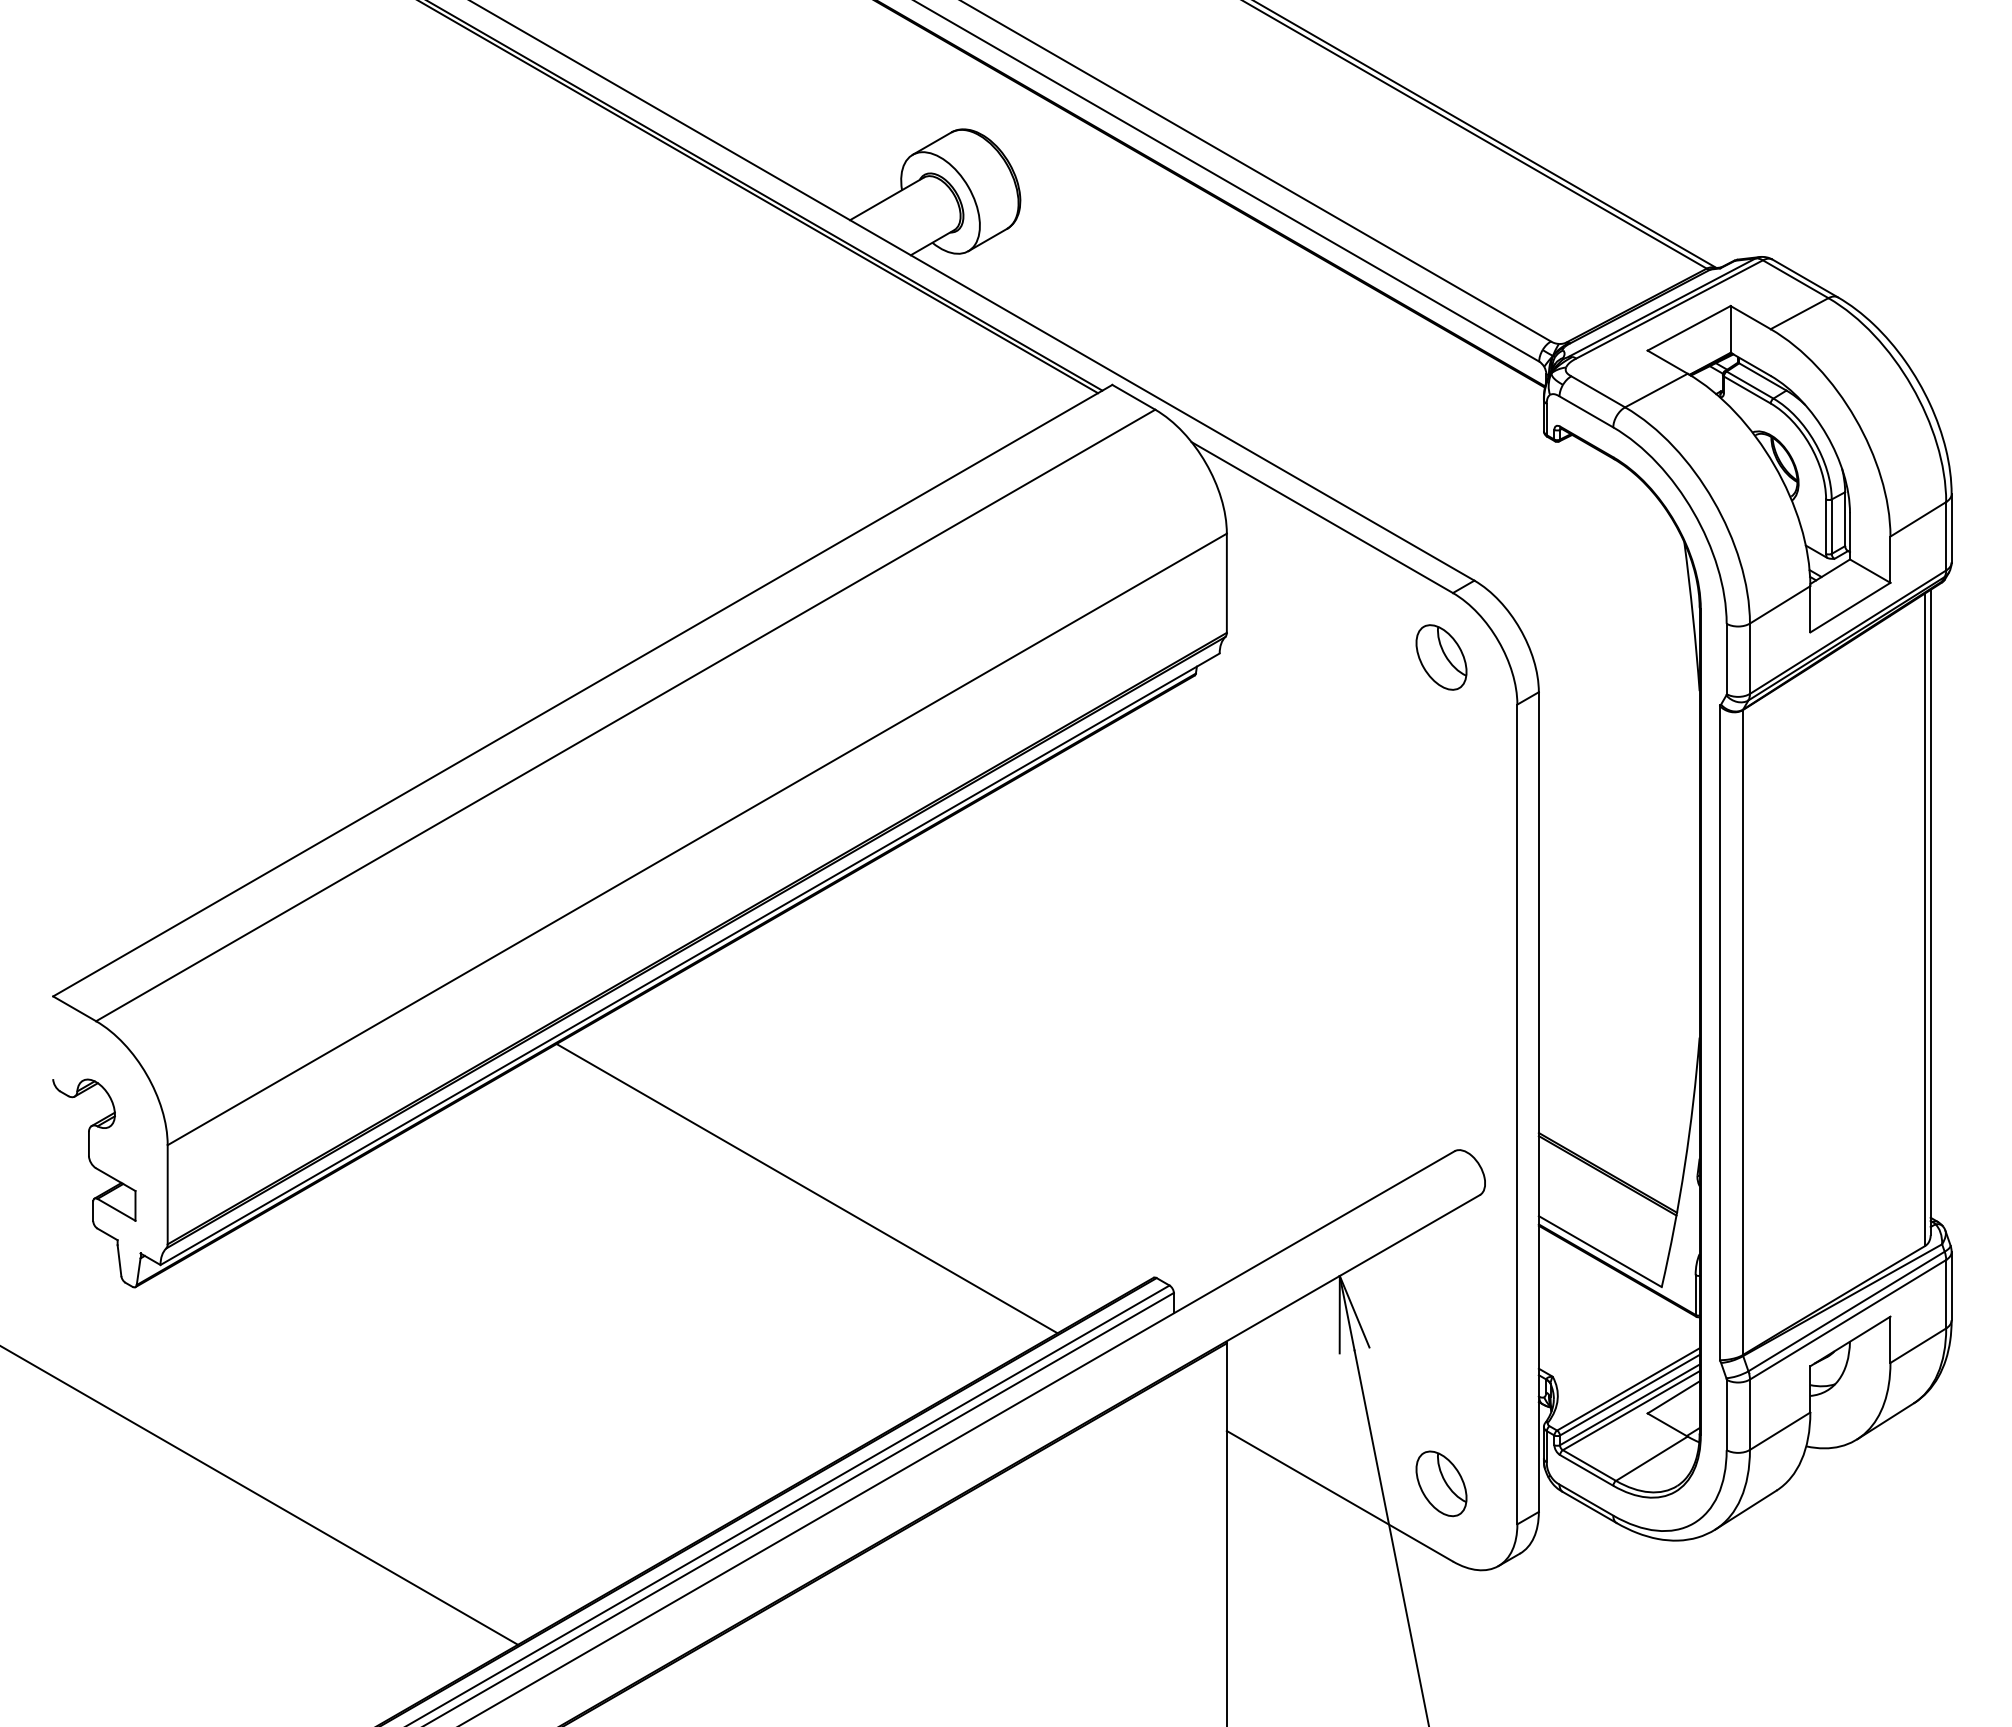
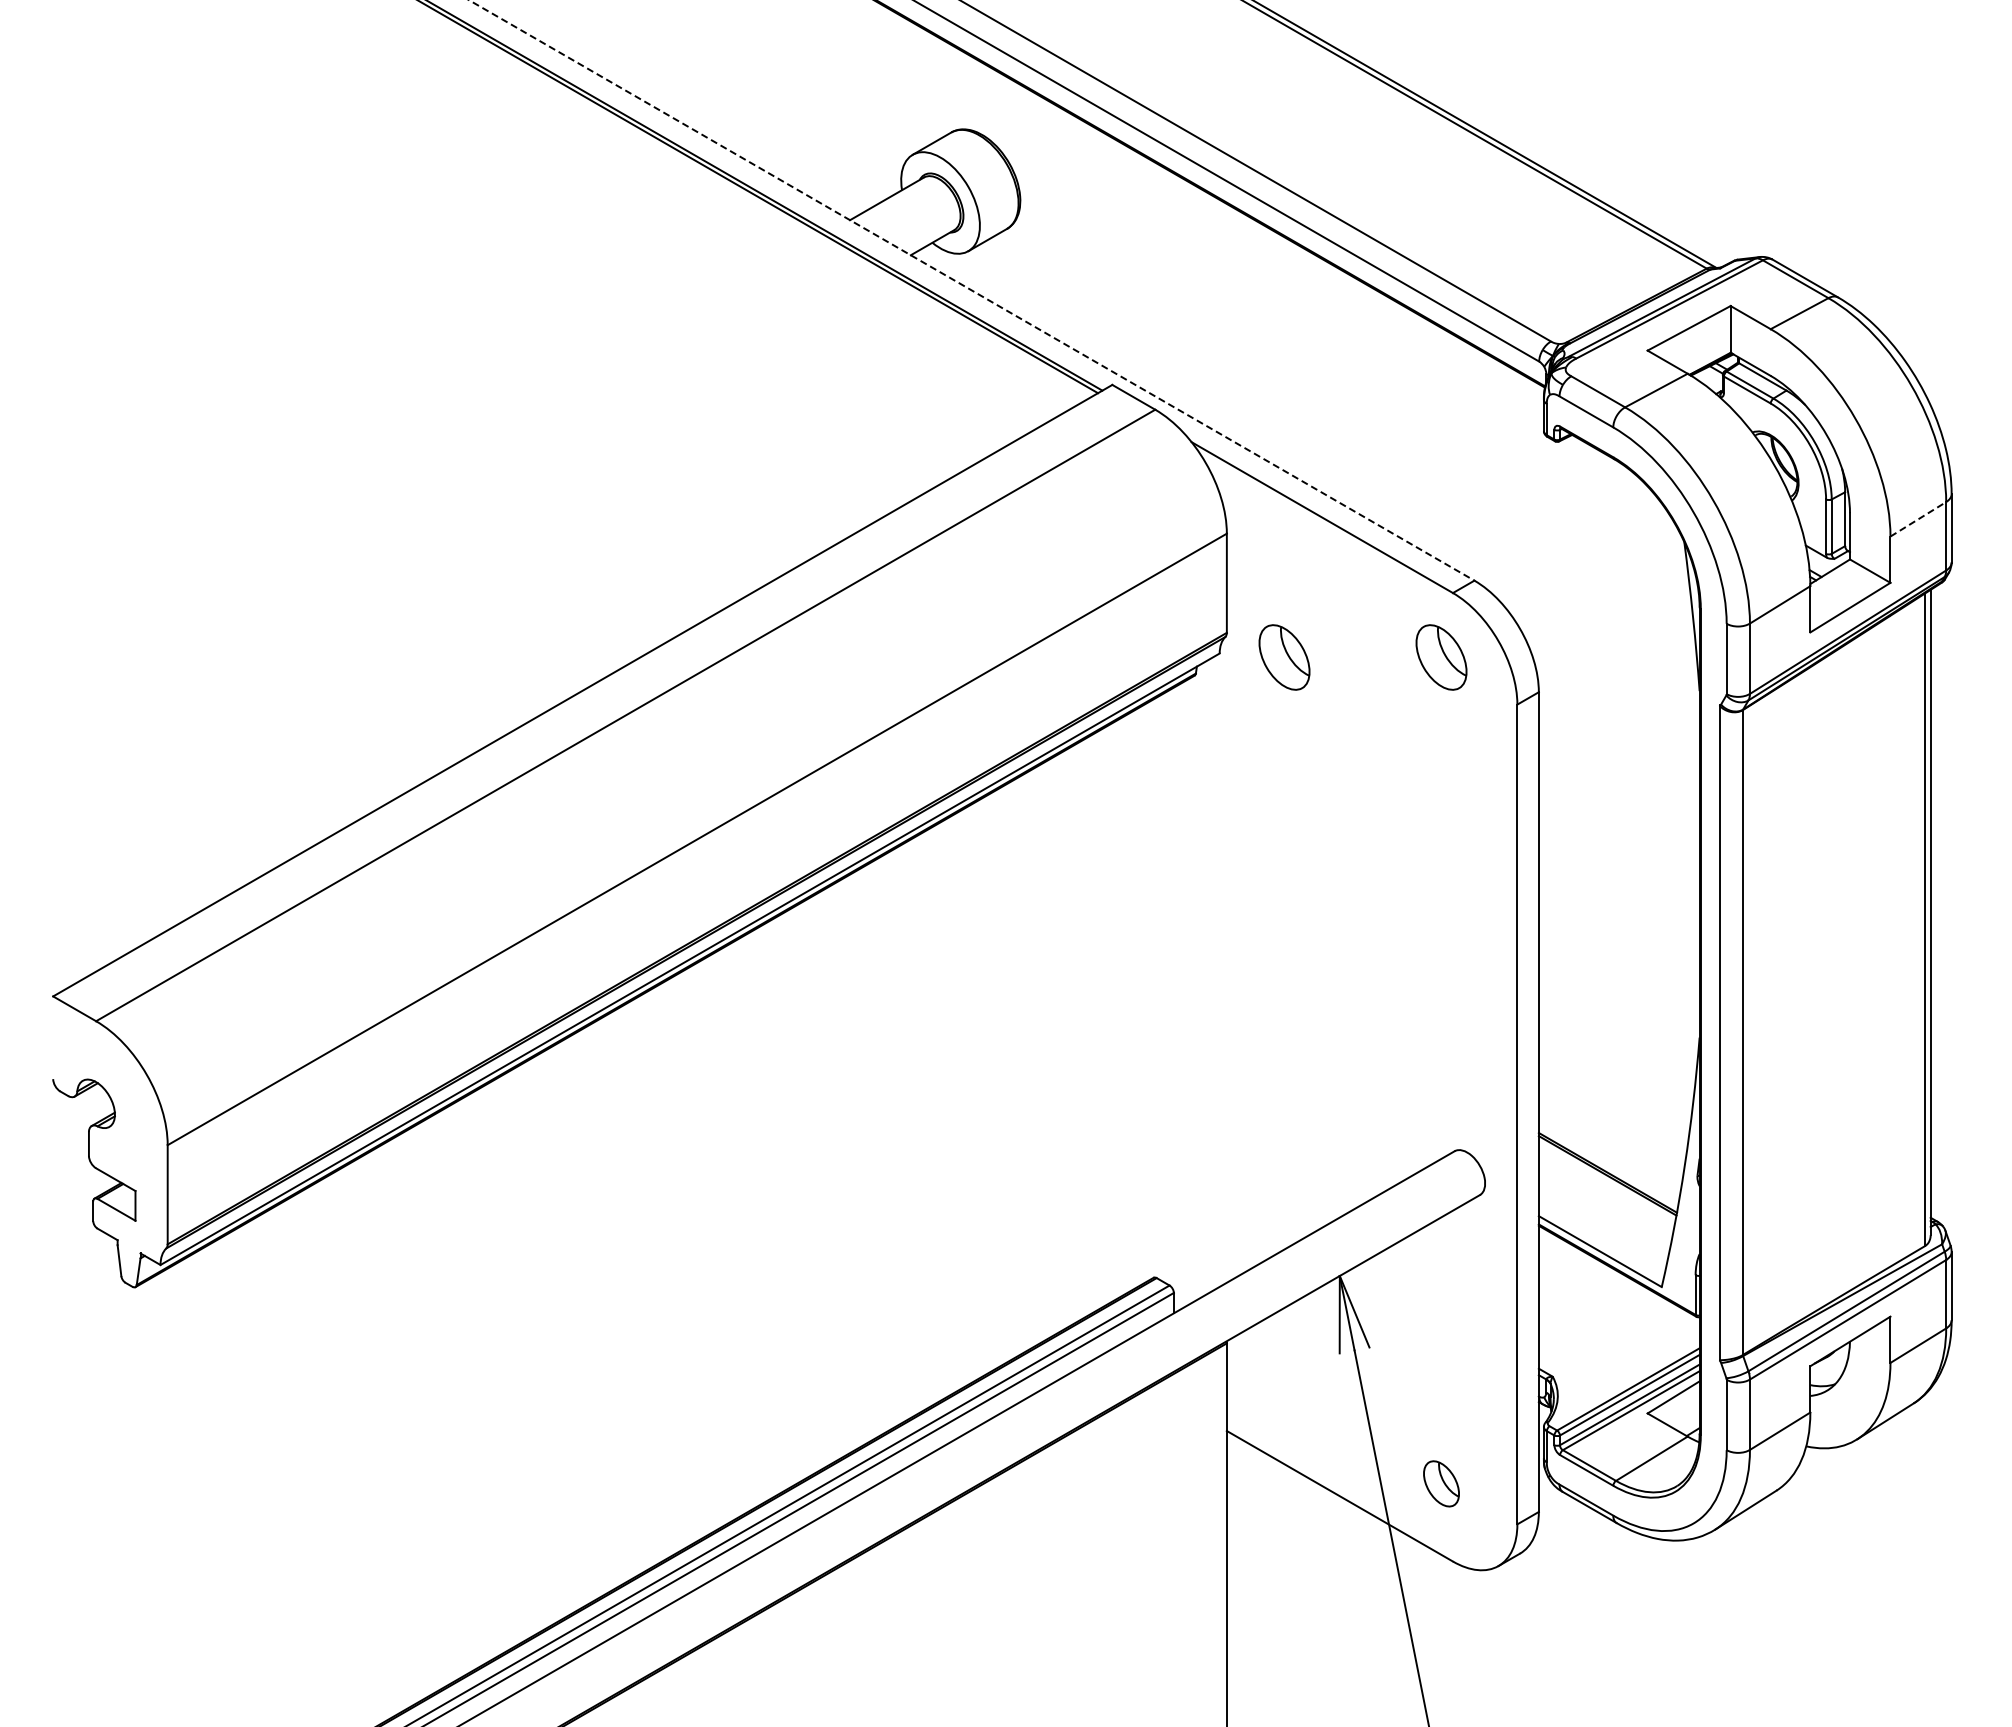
line at (972, 290): solid -> dashed
line at (1918, 519): solid -> dashed
part at (1284, 657): none -> present
line at (806, 1188): present -> none
part at (1441, 1483) size: 53x68 px -> 37x48 px
line at (260, 1495): present -> none
